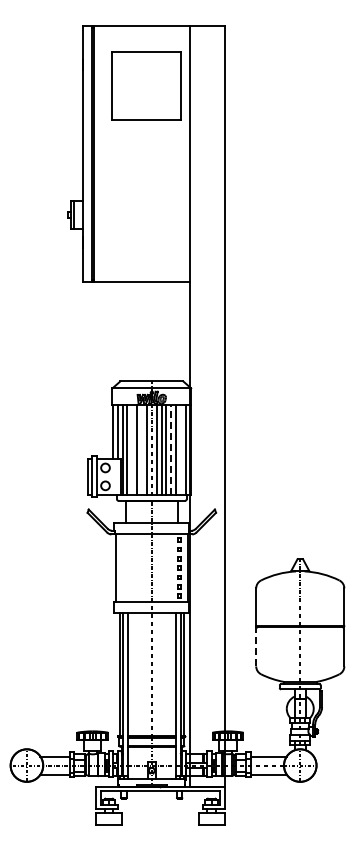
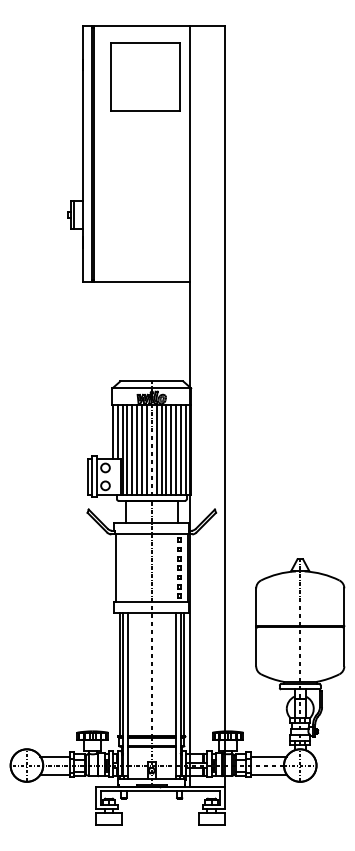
part at (146, 85) position: (146, 85) -> (145, 76)
line at (132, 449): none -> present
line at (142, 449): none -> present
line at (181, 449): none -> present
line at (171, 450): dashed -> solid
line at (256, 646): dashed -> solid
